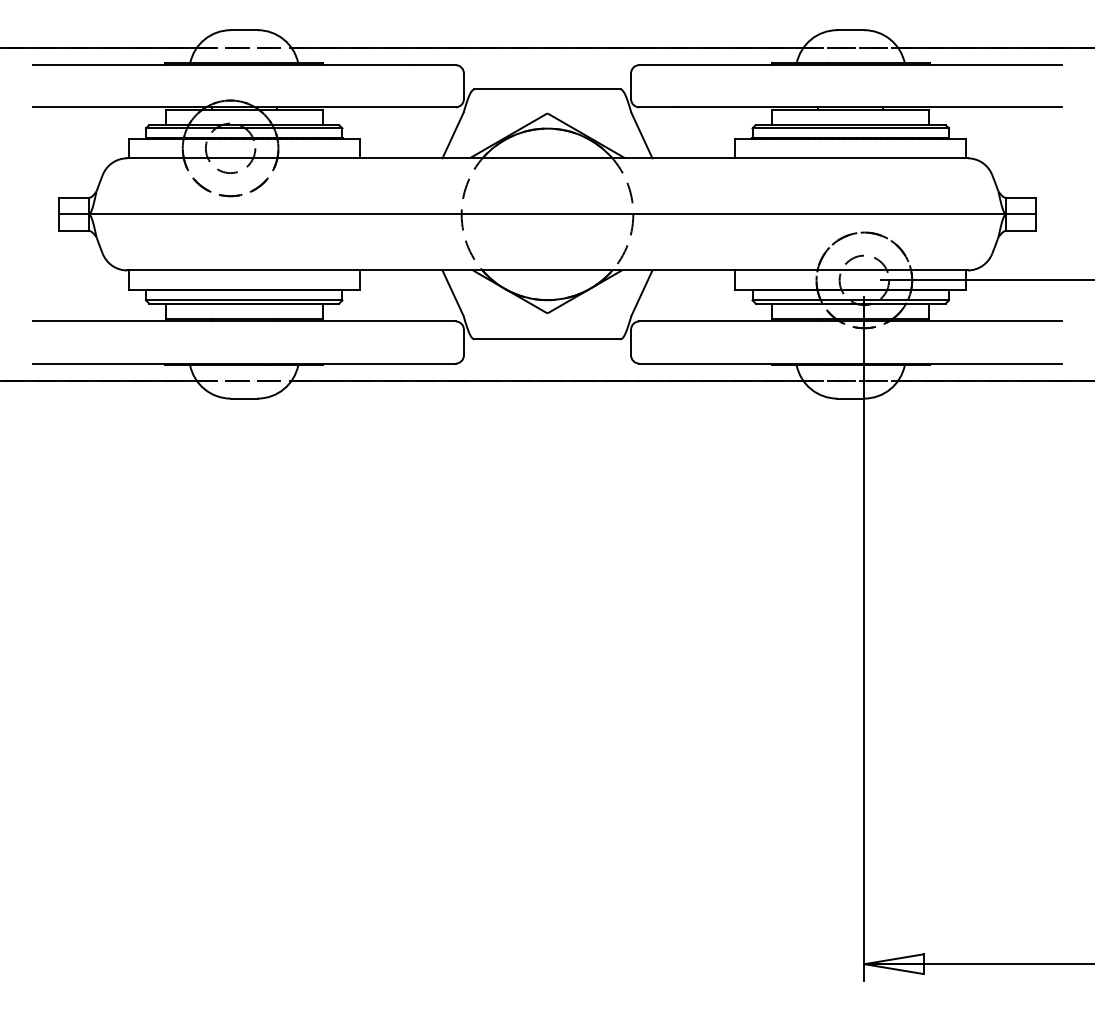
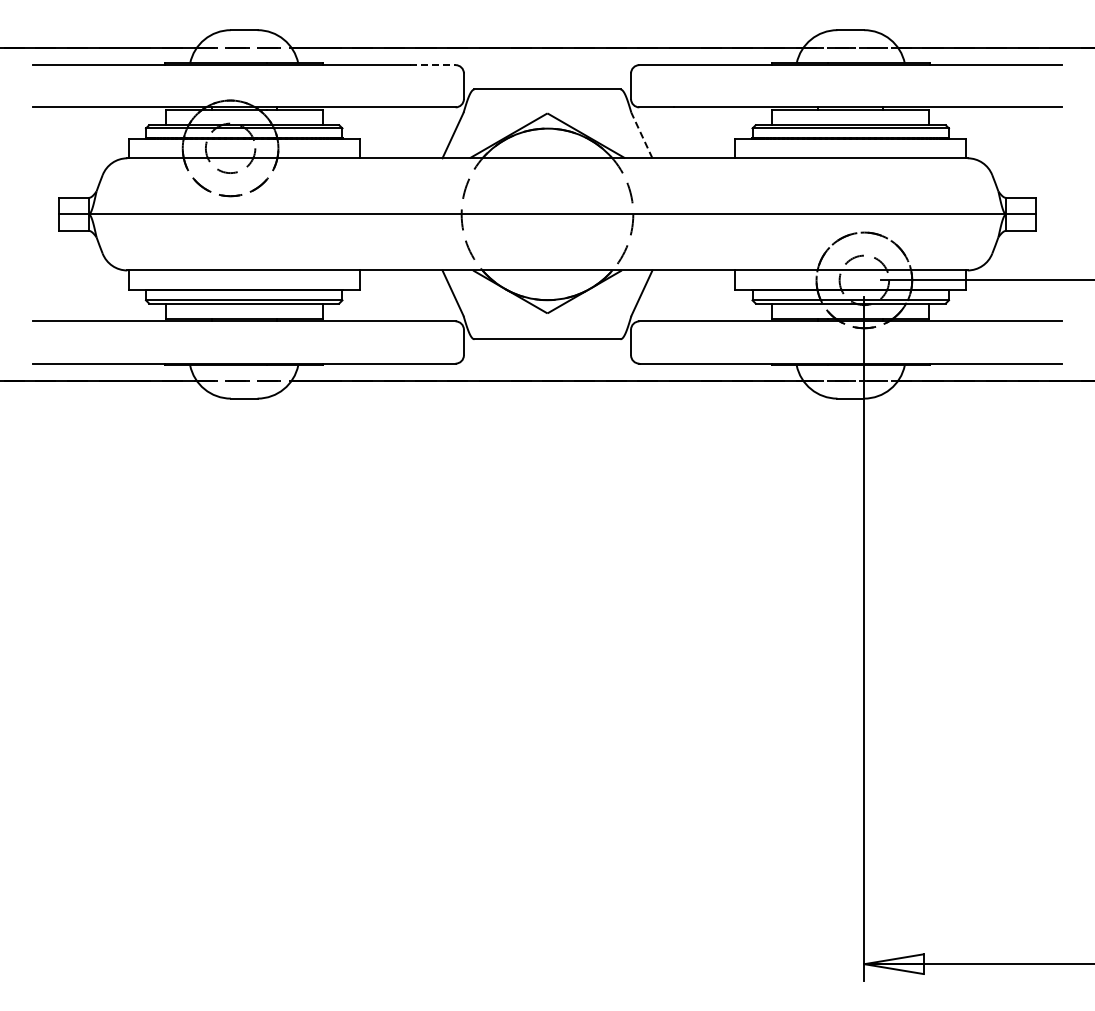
line at (432, 65): solid -> dashed
line at (641, 135): solid -> dashed
